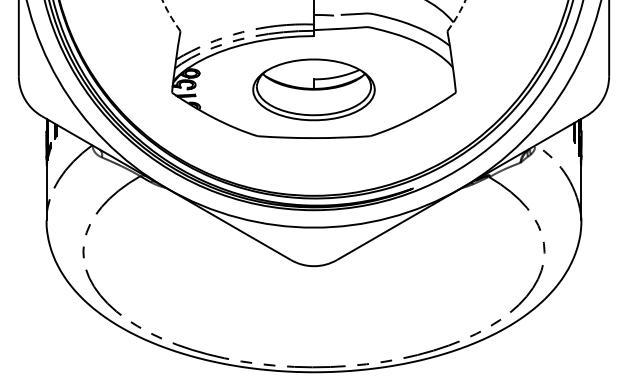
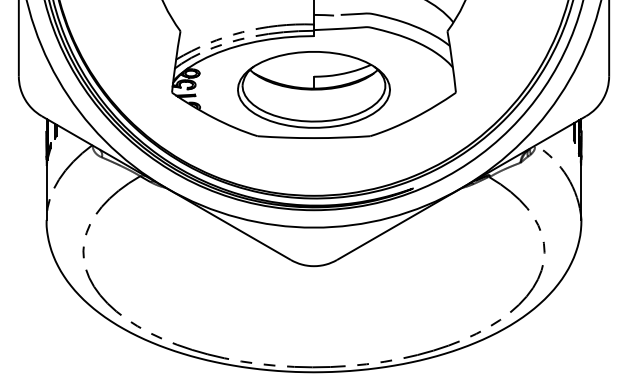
arc at (162, 0): dashed -> solid
part at (313, 89) size: 124x64 px -> 154x78 px
